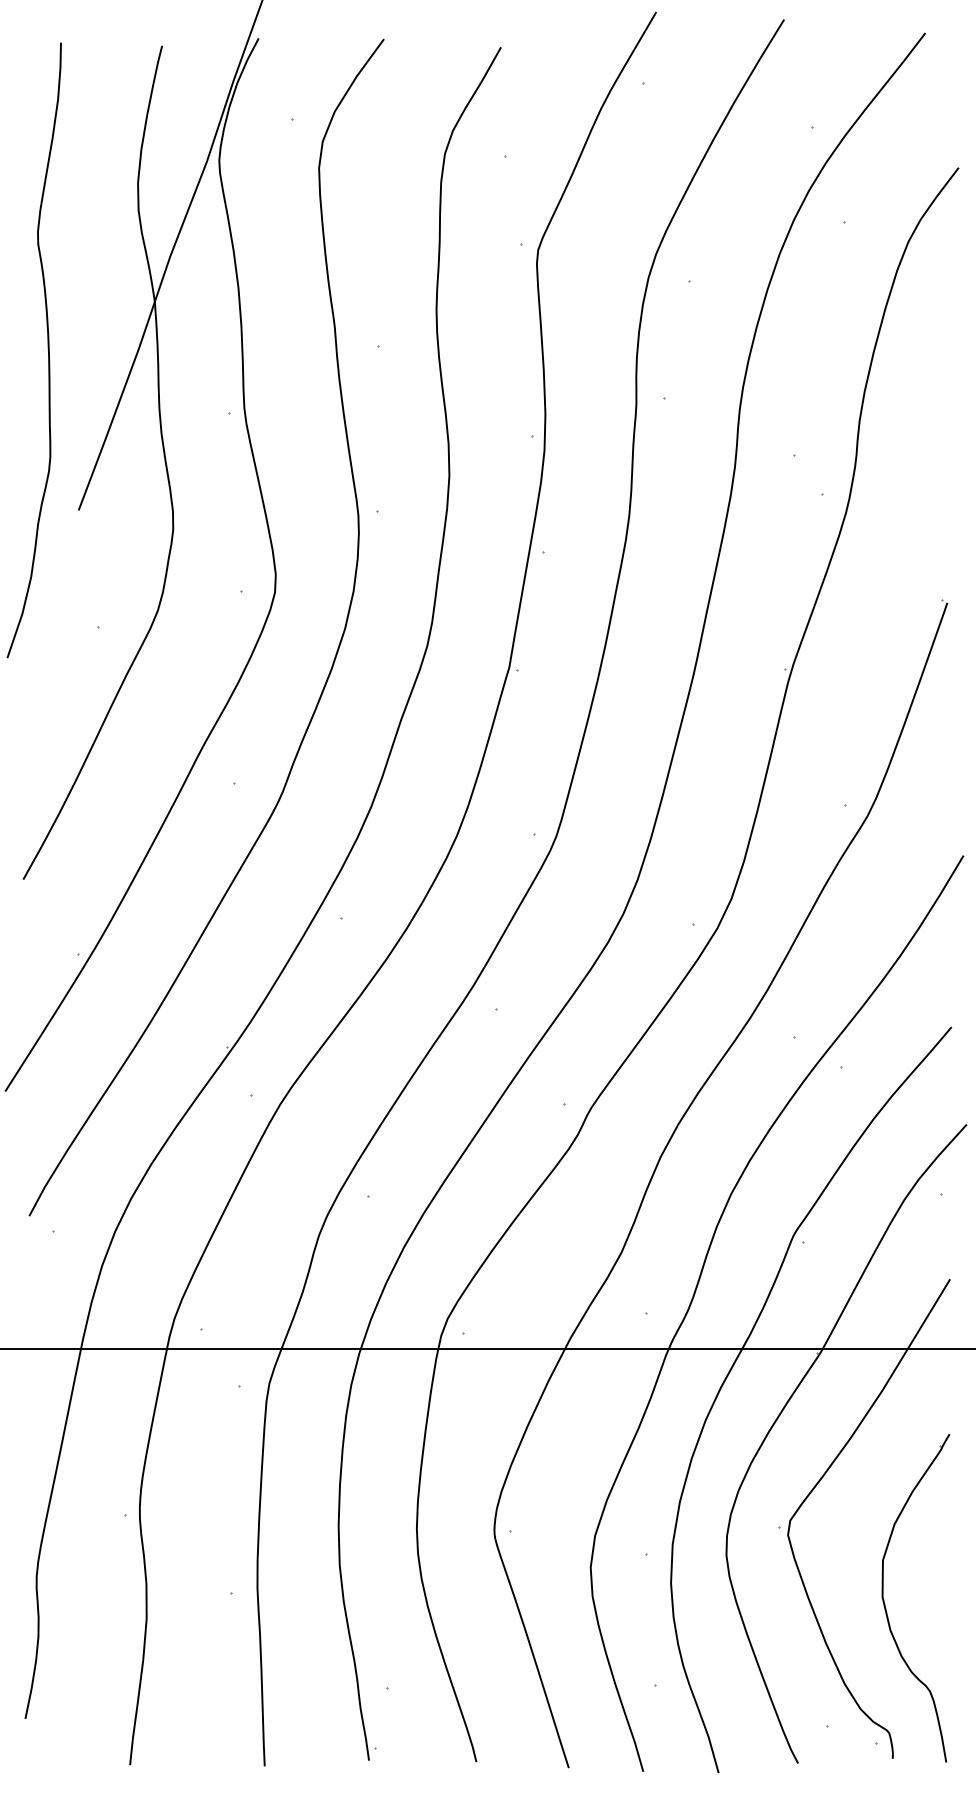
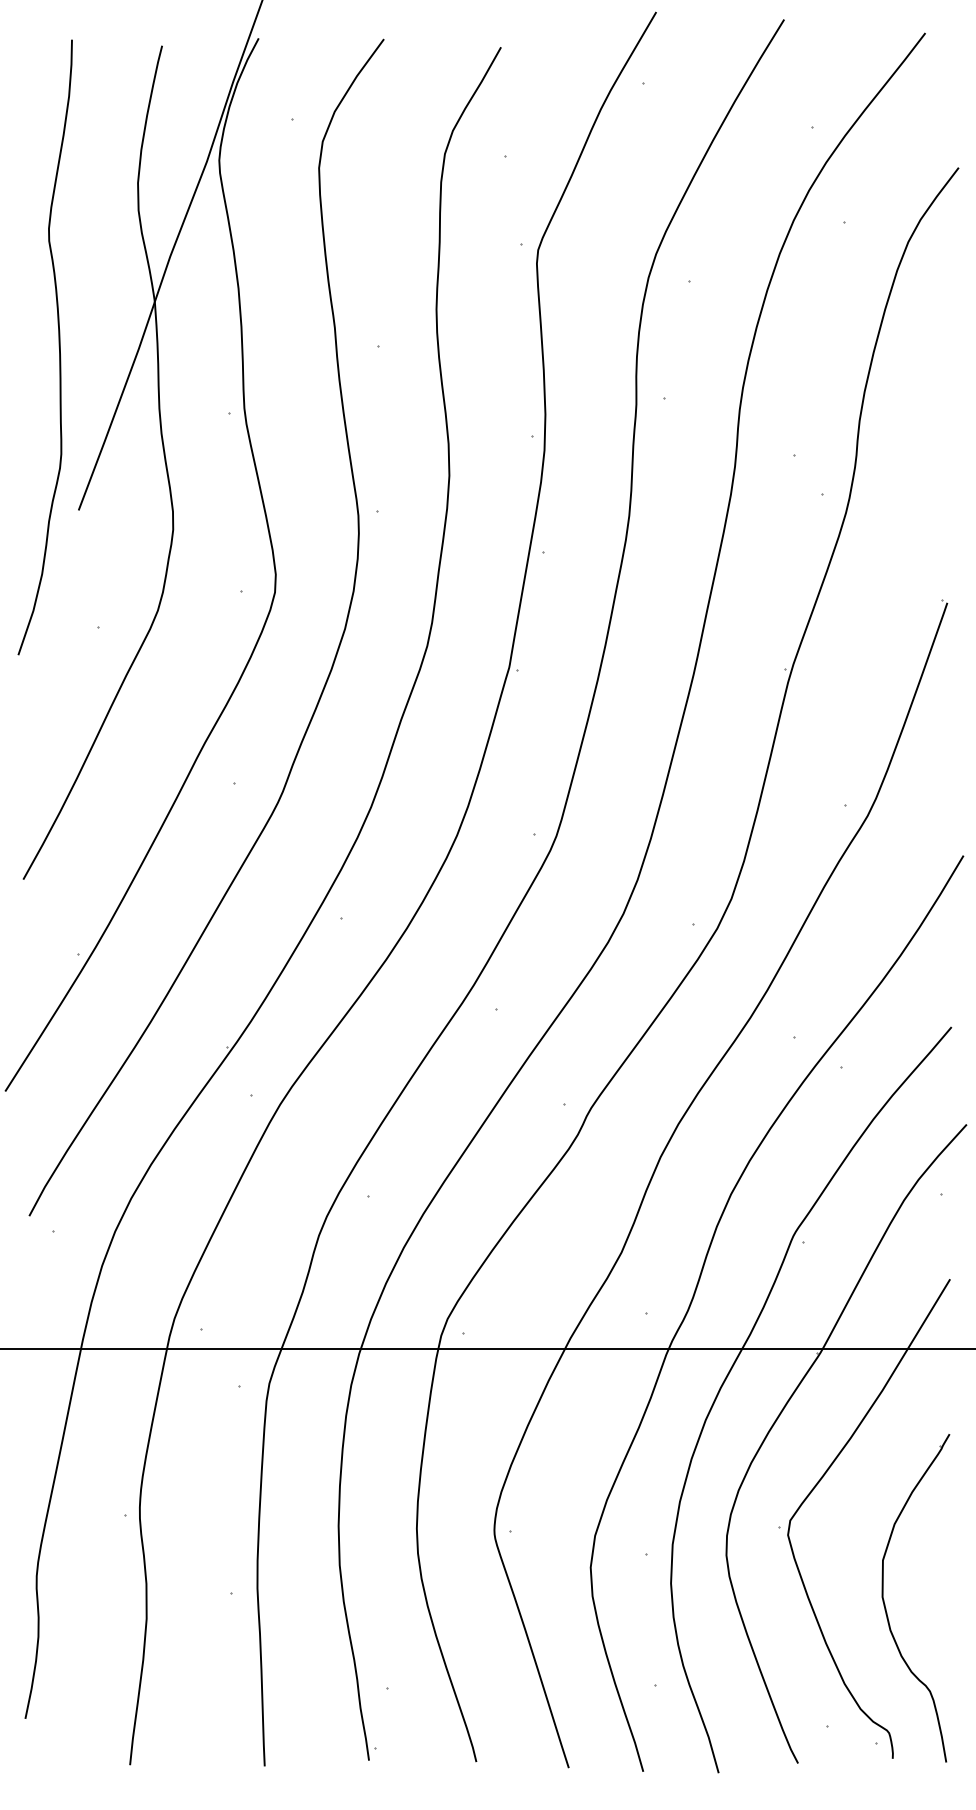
curve at (47, 349) position: (47, 349) -> (58, 346)
